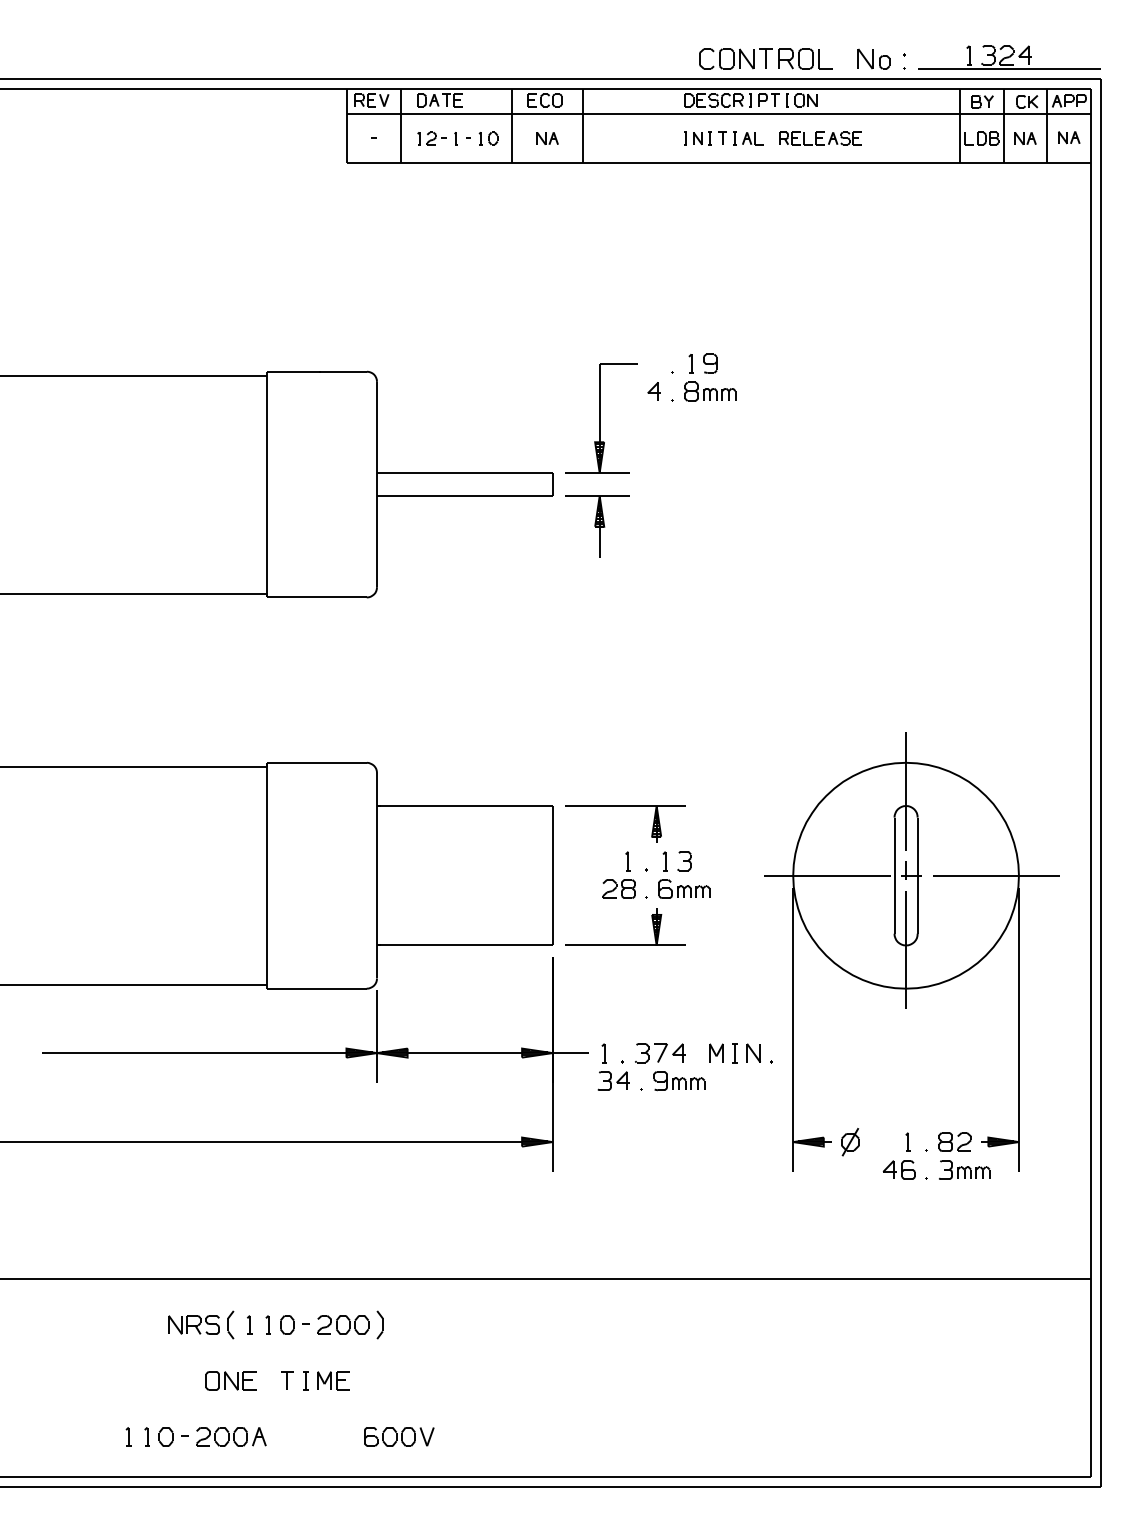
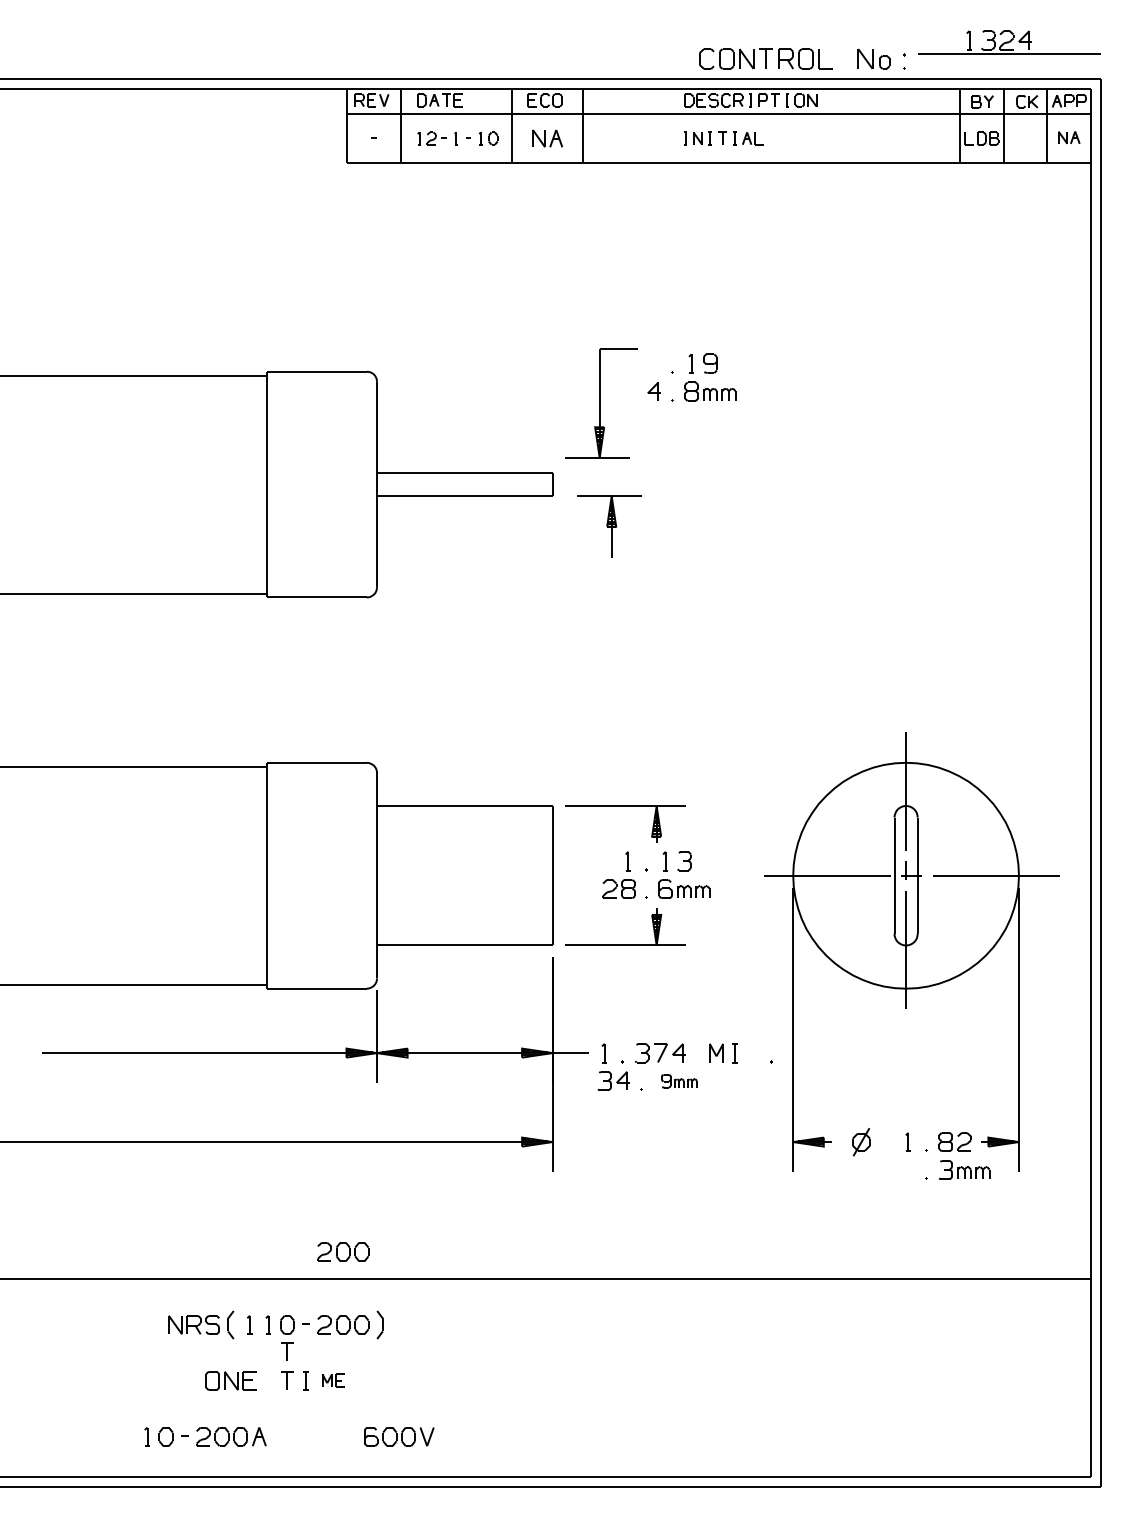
part at (1009, 57) position: (1009, 57) -> (1009, 42)
part at (547, 138) size: 23x13 px -> 31x19 px
part at (820, 138): present -> none
part at (1025, 138): present -> none
part at (601, 418) position: (601, 418) -> (601, 403)
part at (597, 526) position: (597, 526) -> (609, 526)
part at (753, 1052): present -> none
part at (679, 1081) size: 53x21 px -> 37x15 px
part at (850, 1142) position: (850, 1142) -> (861, 1142)
part at (898, 1169): present -> none
part at (343, 1251): none -> present
part at (287, 1351): none -> present
part at (333, 1380) size: 33x20 px -> 23x15 px
part at (128, 1436): present -> none
